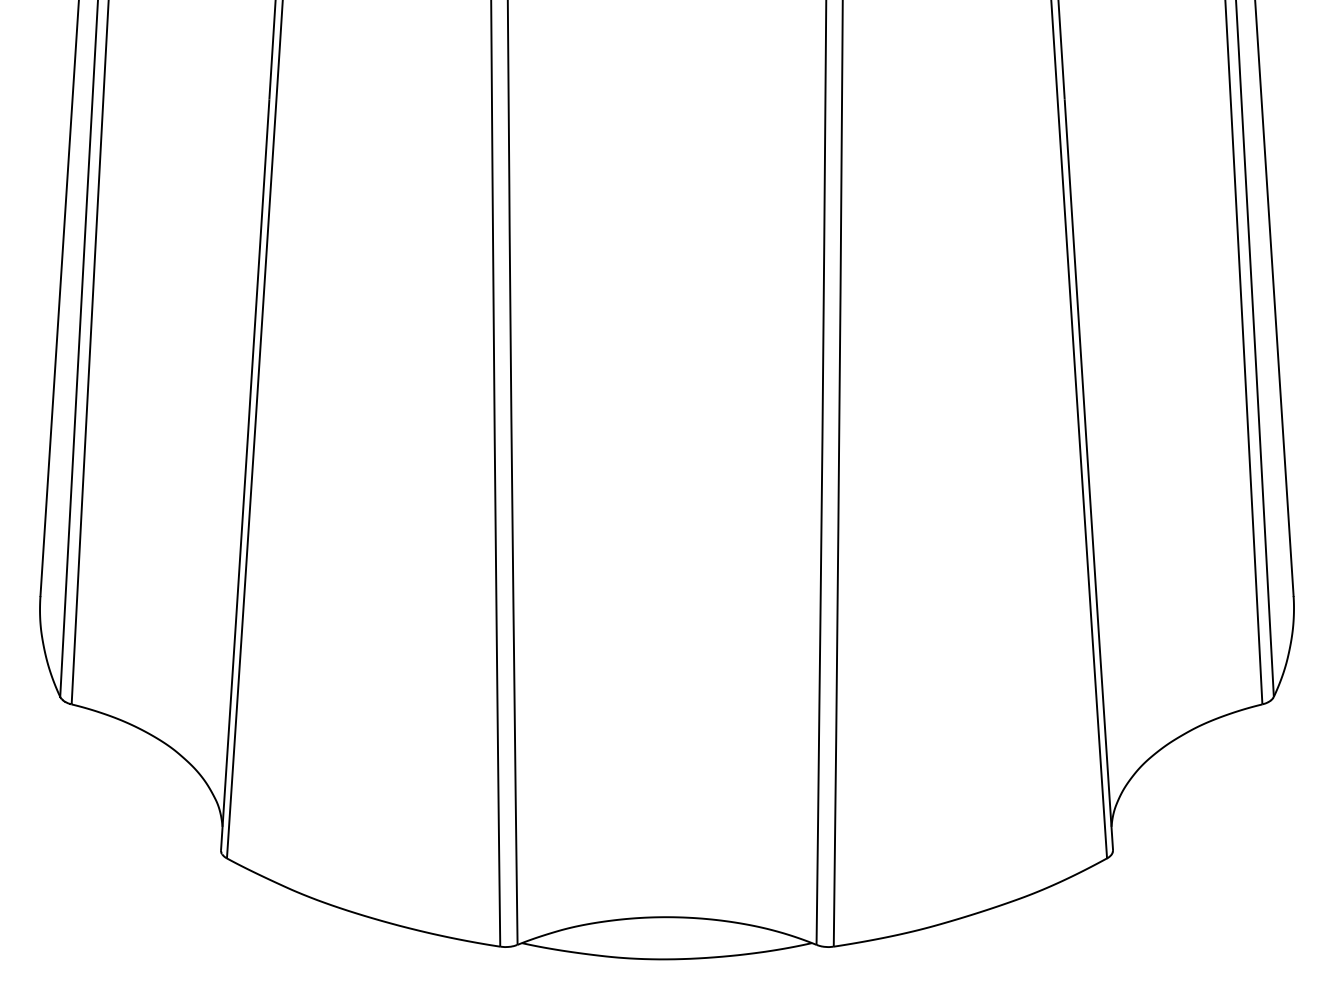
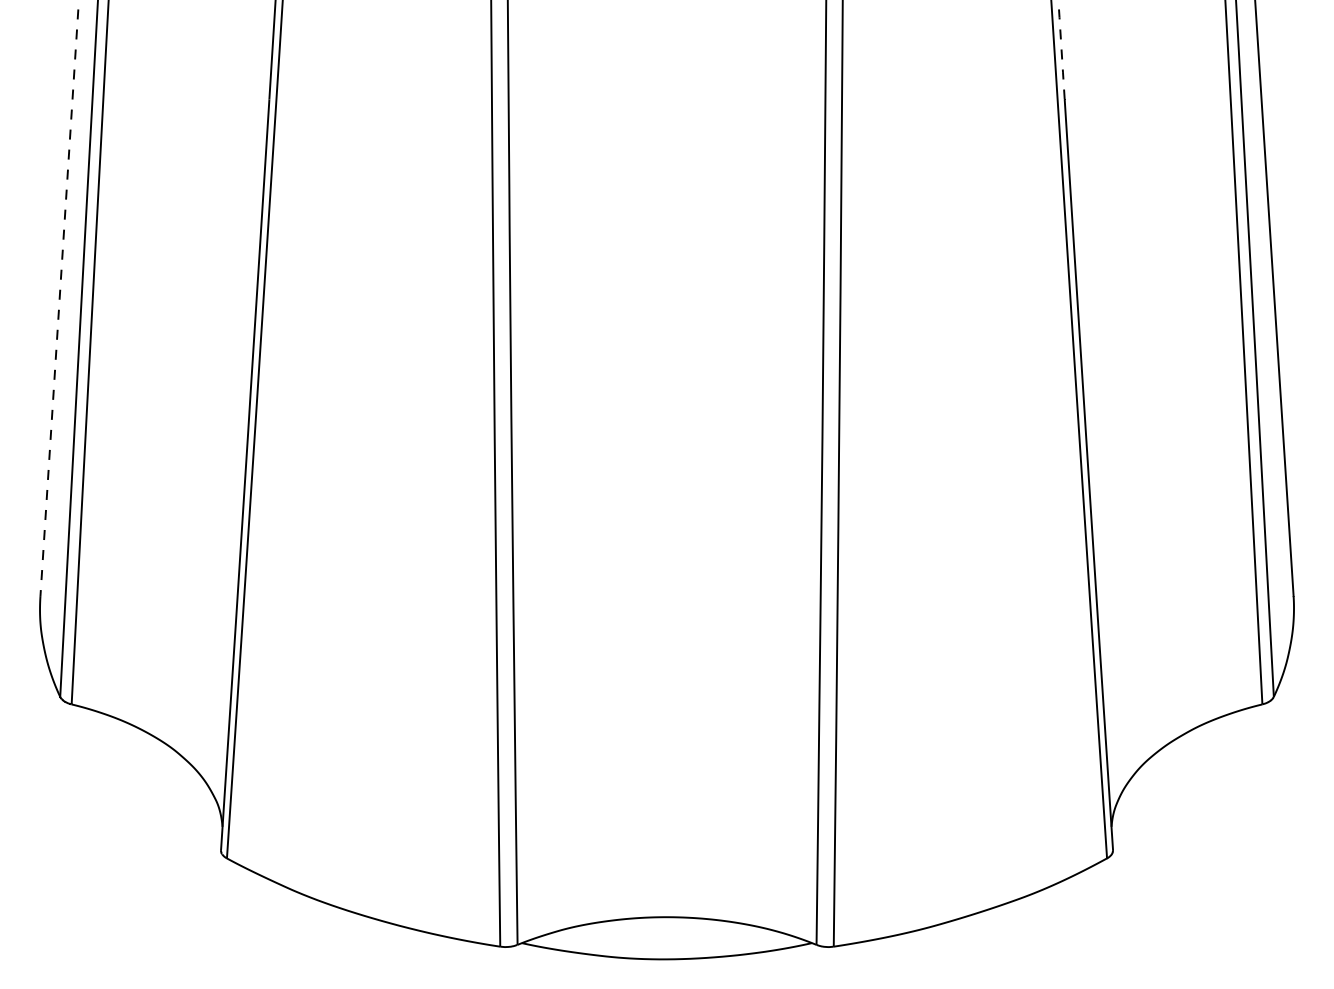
line at (1061, 50): solid -> dashed
line at (59, 298): solid -> dashed
